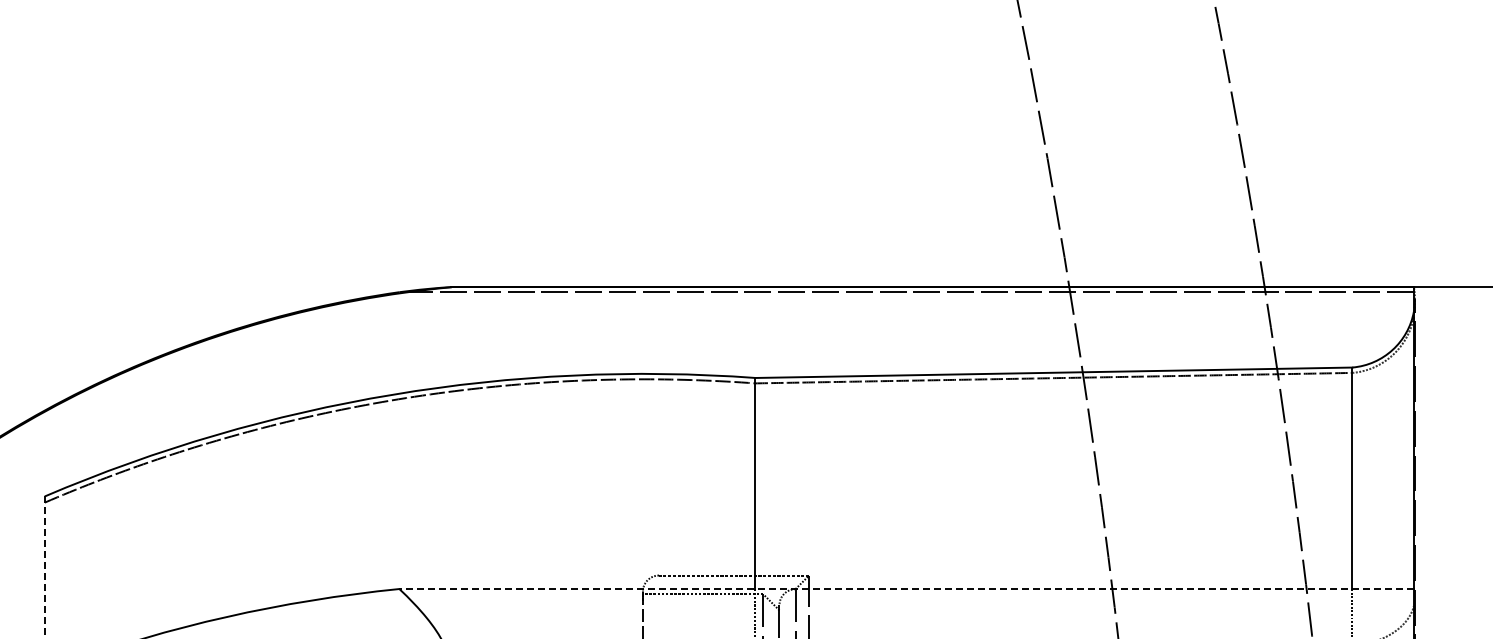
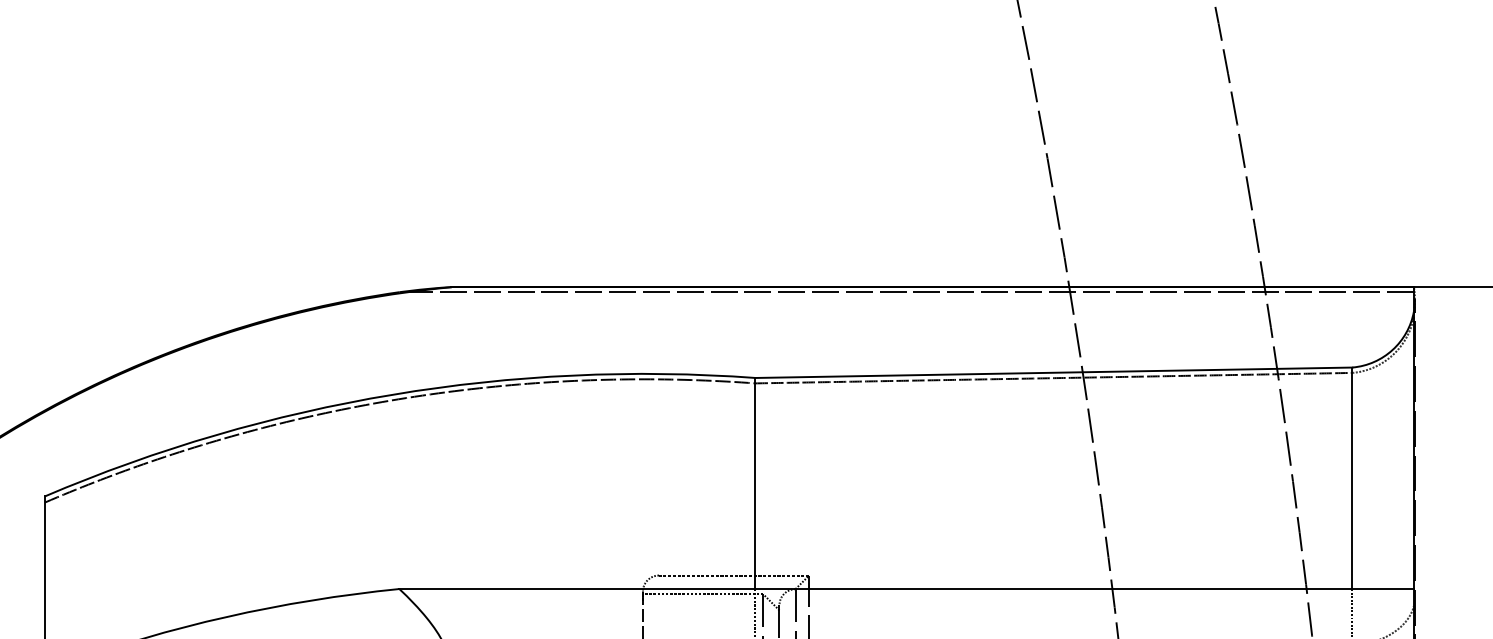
line at (44, 567): dashed -> solid
line at (906, 589): dashed -> solid
